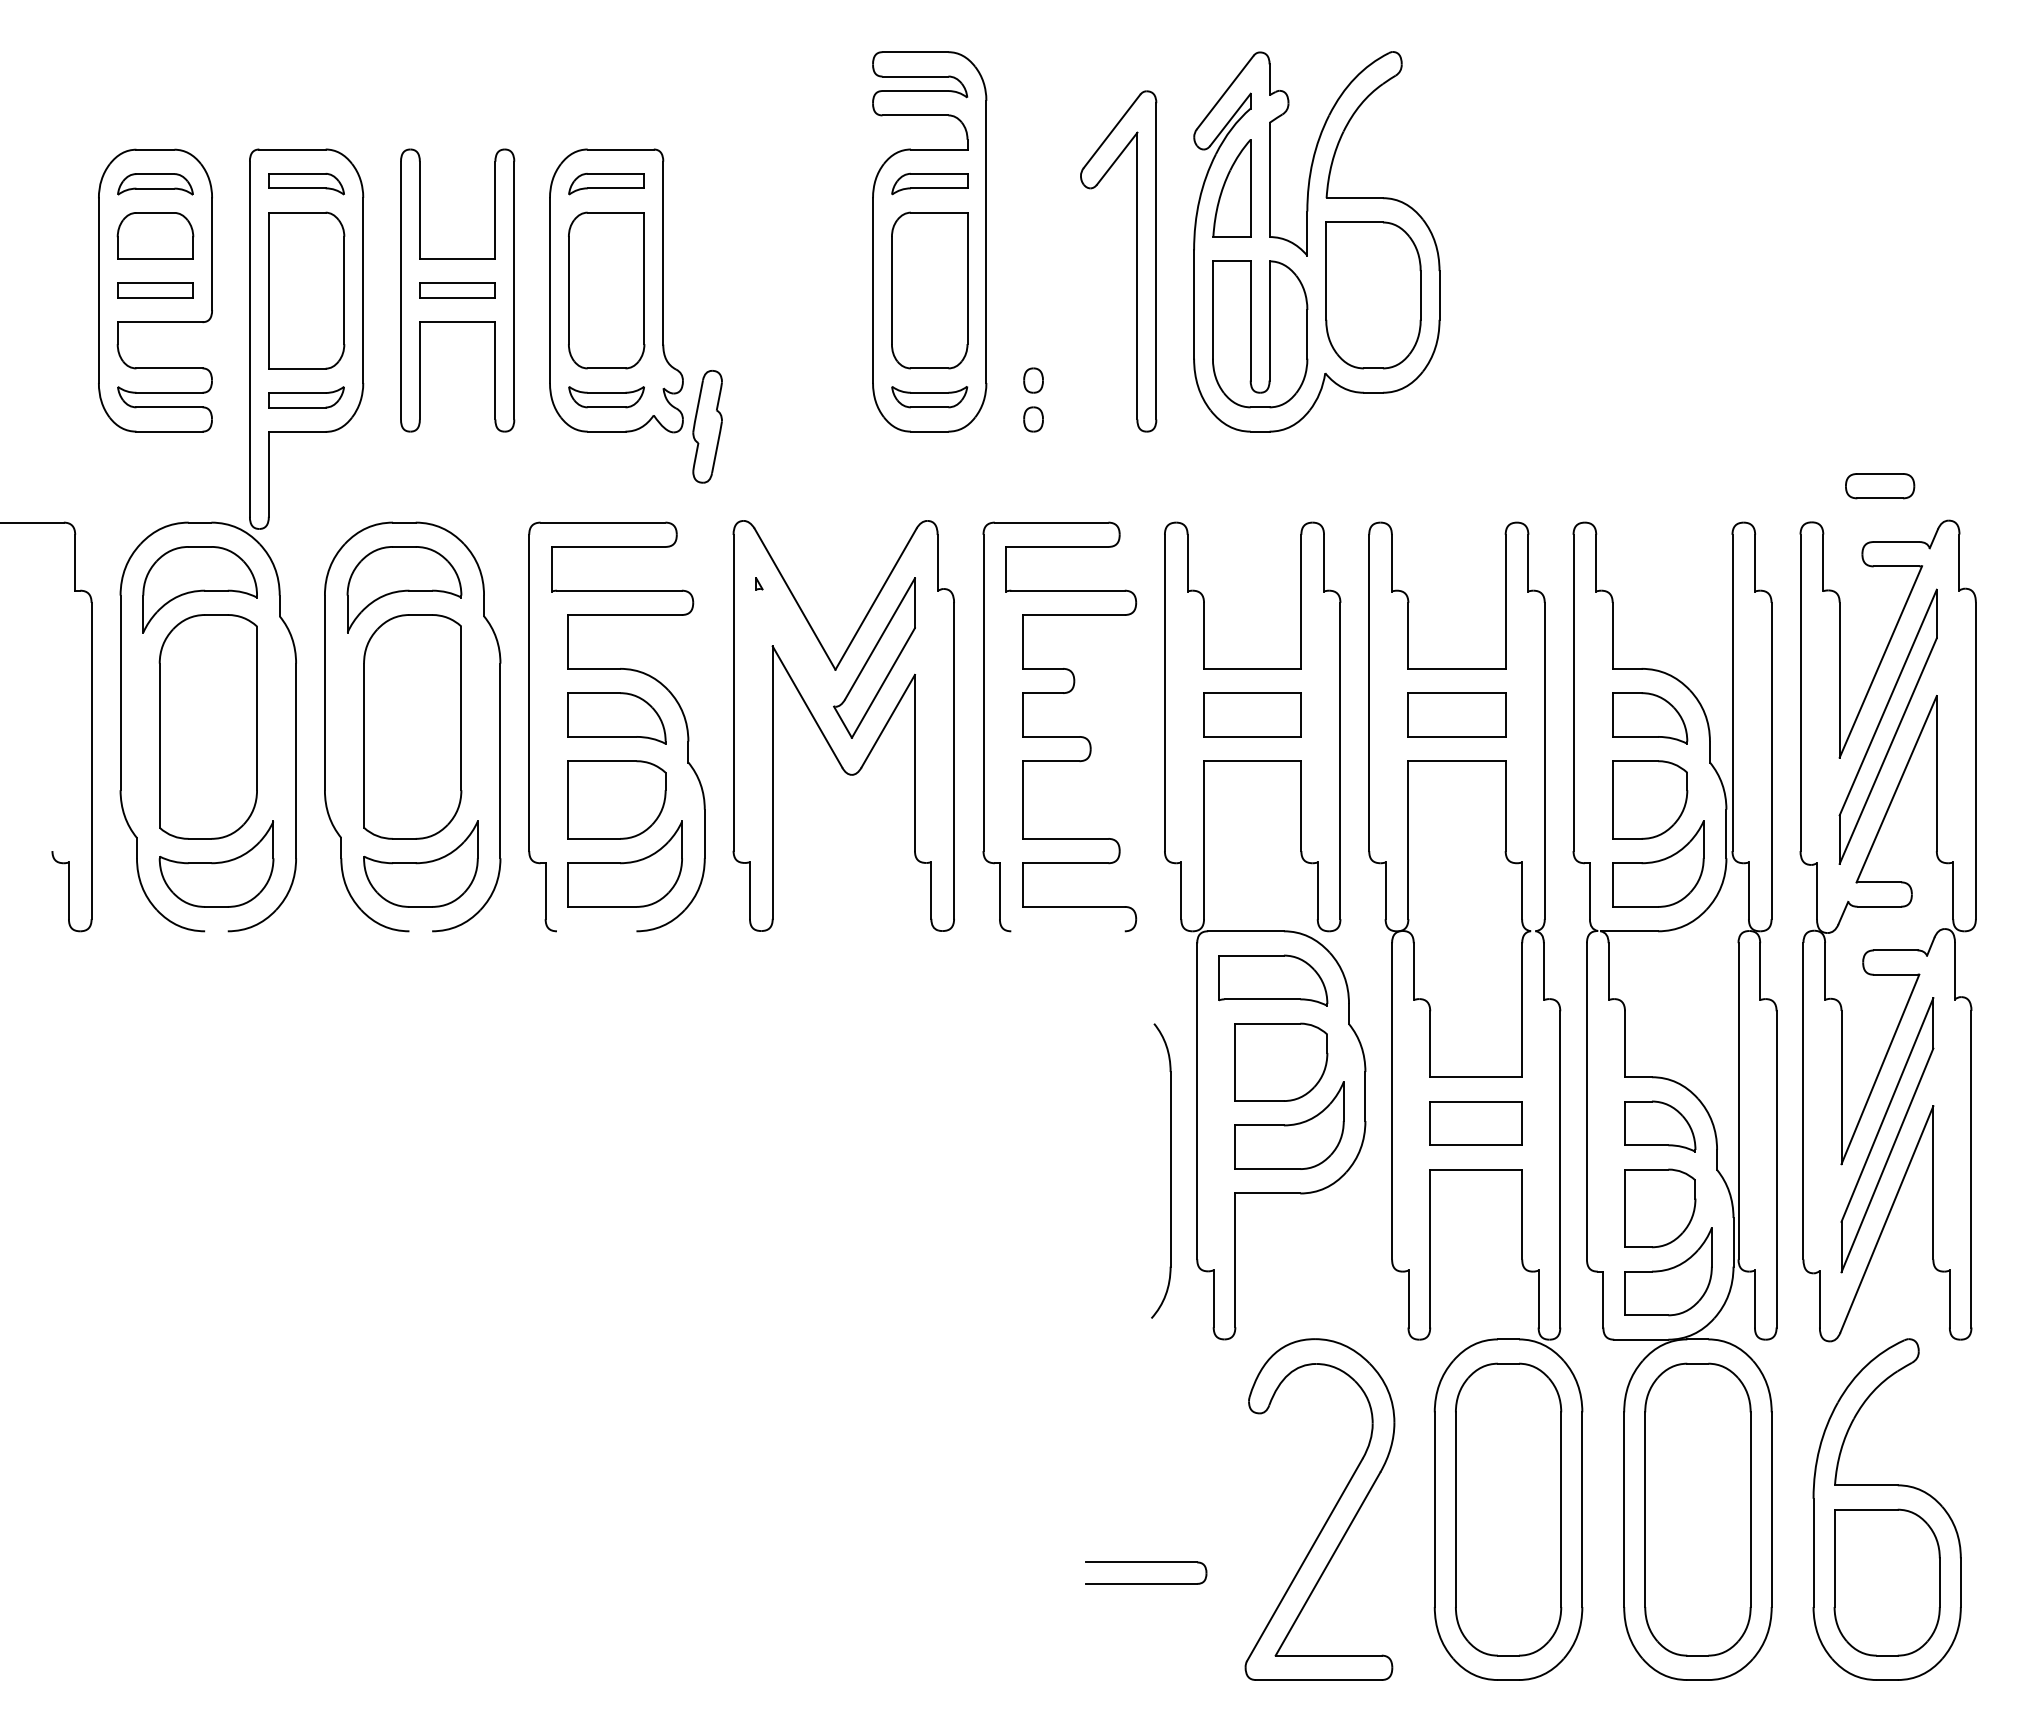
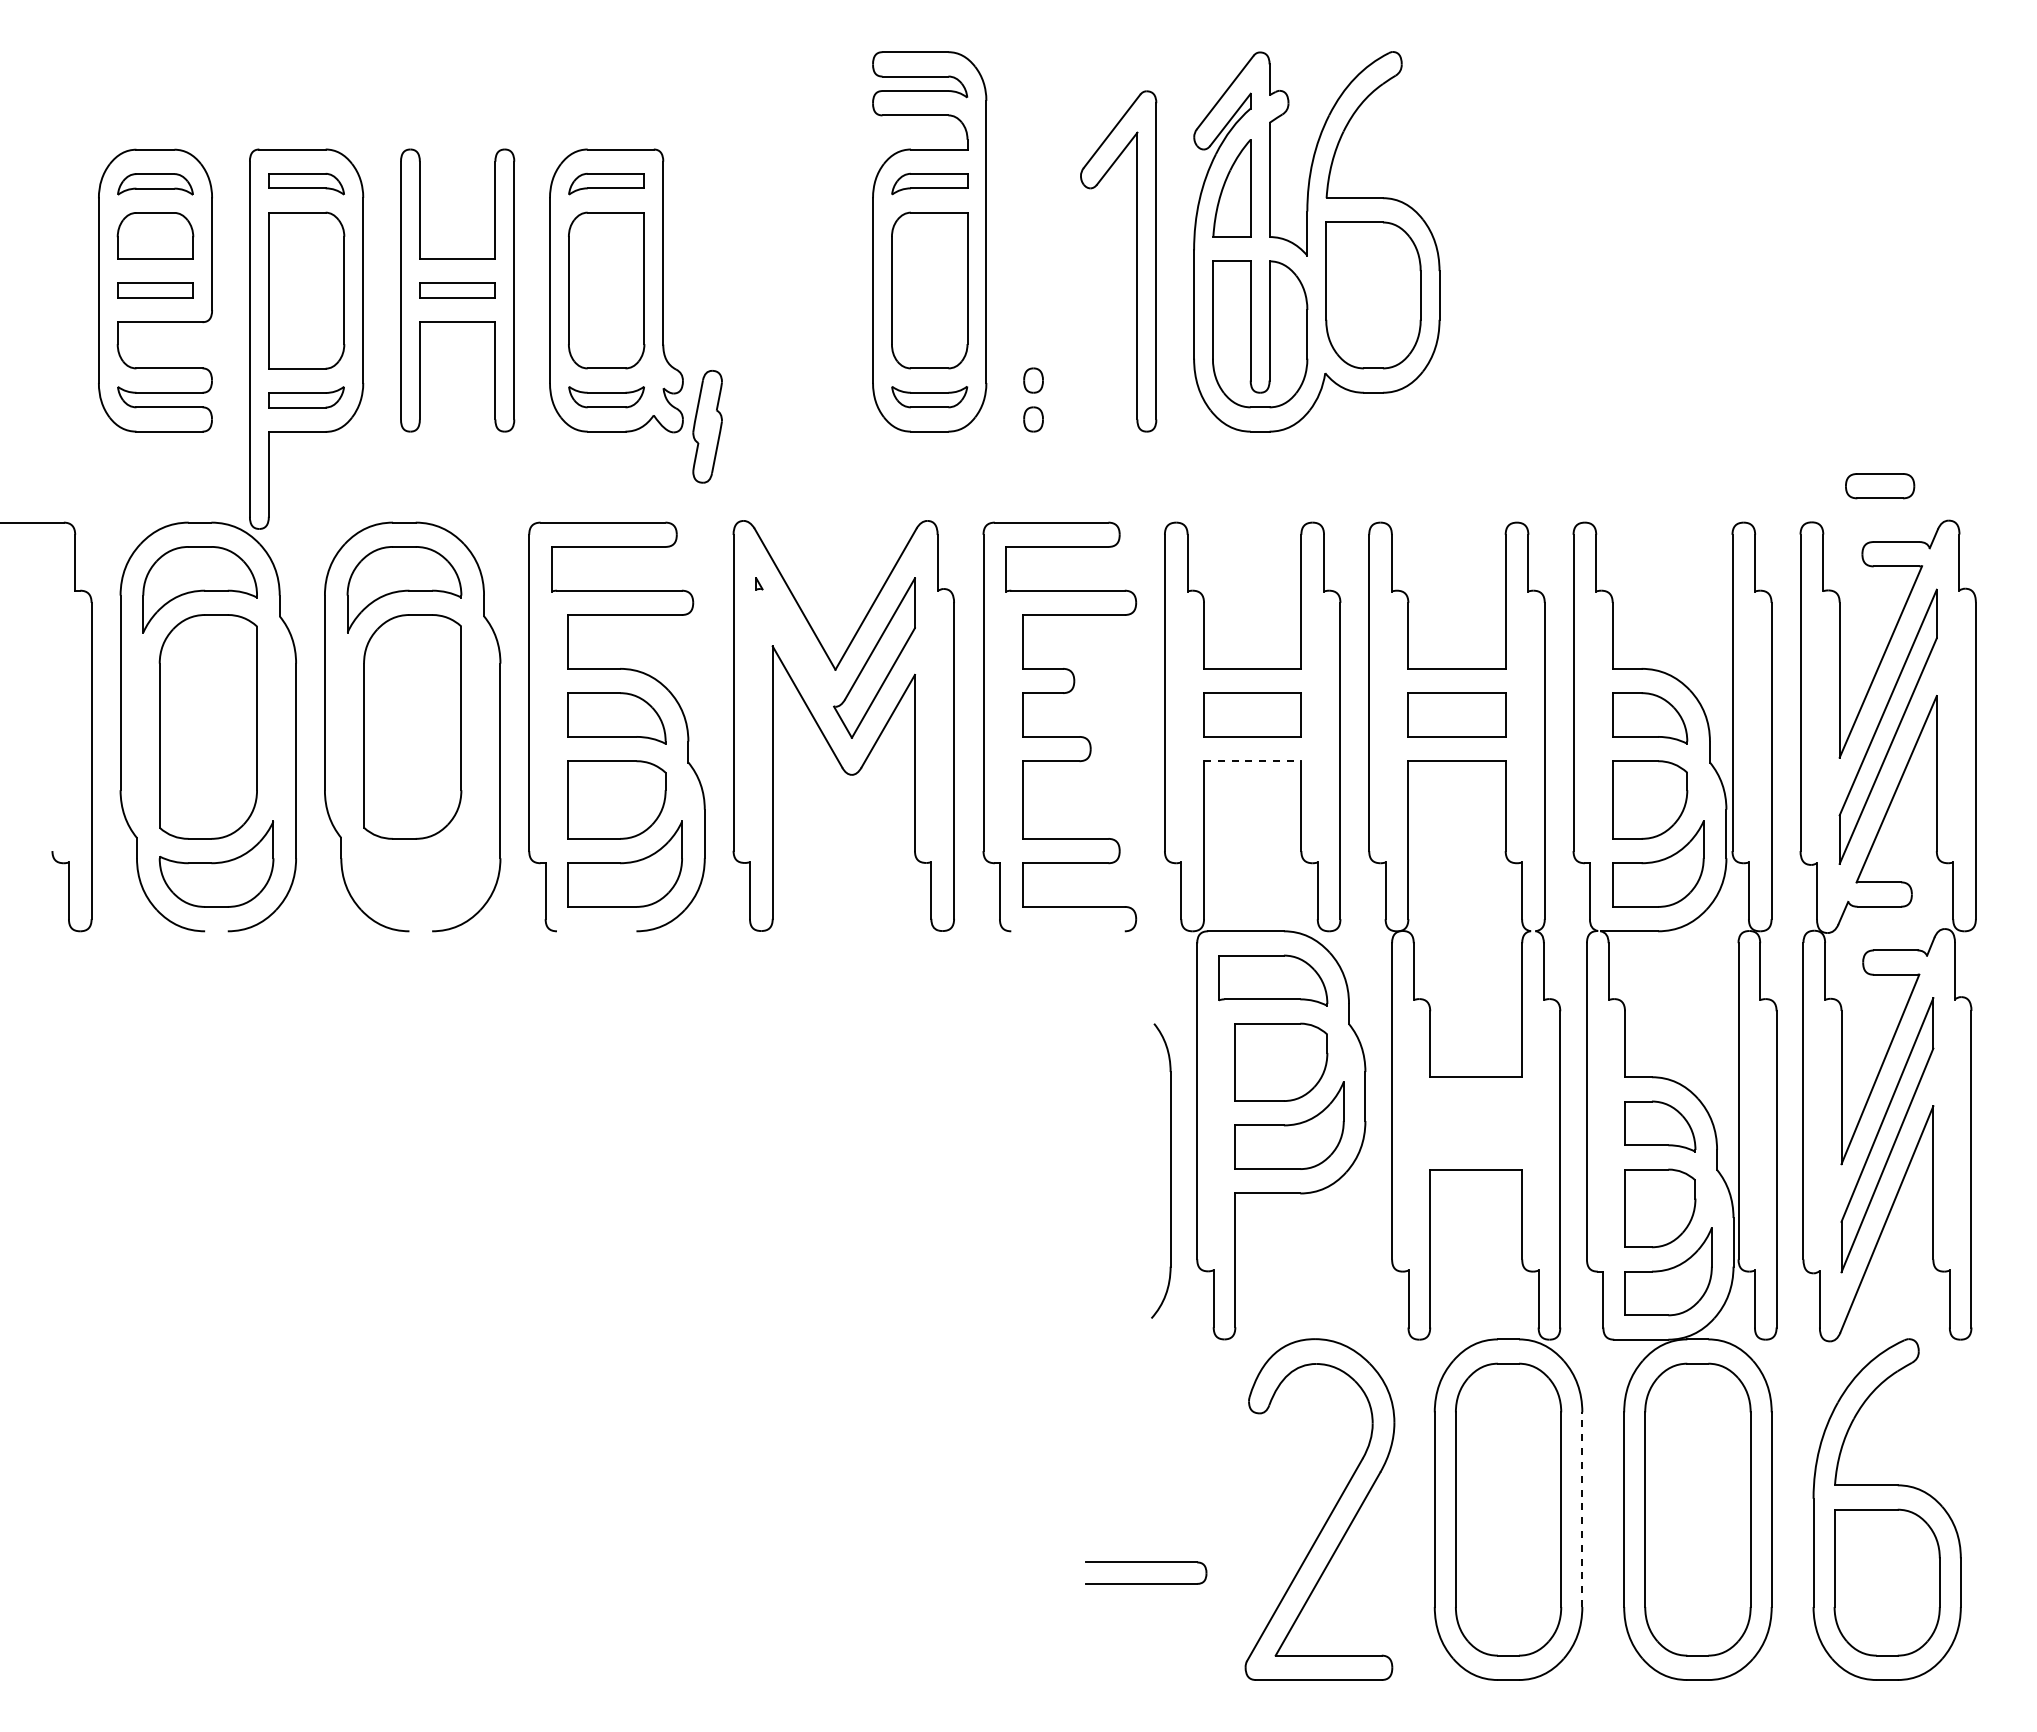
line at (1252, 761): solid -> dashed
part at (420, 863): present -> none
part at (1475, 1123): present -> none
line at (1582, 1509): solid -> dashed
